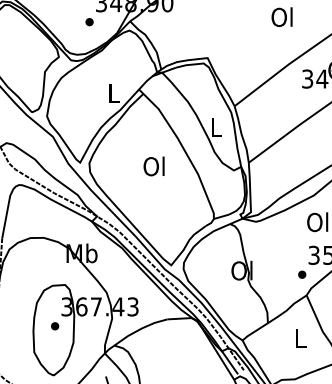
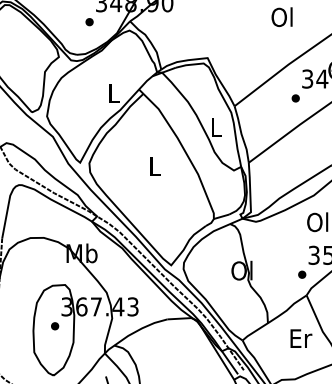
part at (295, 98): none -> present
text at (153, 166): Ol -> L
text at (301, 338): L -> Er
